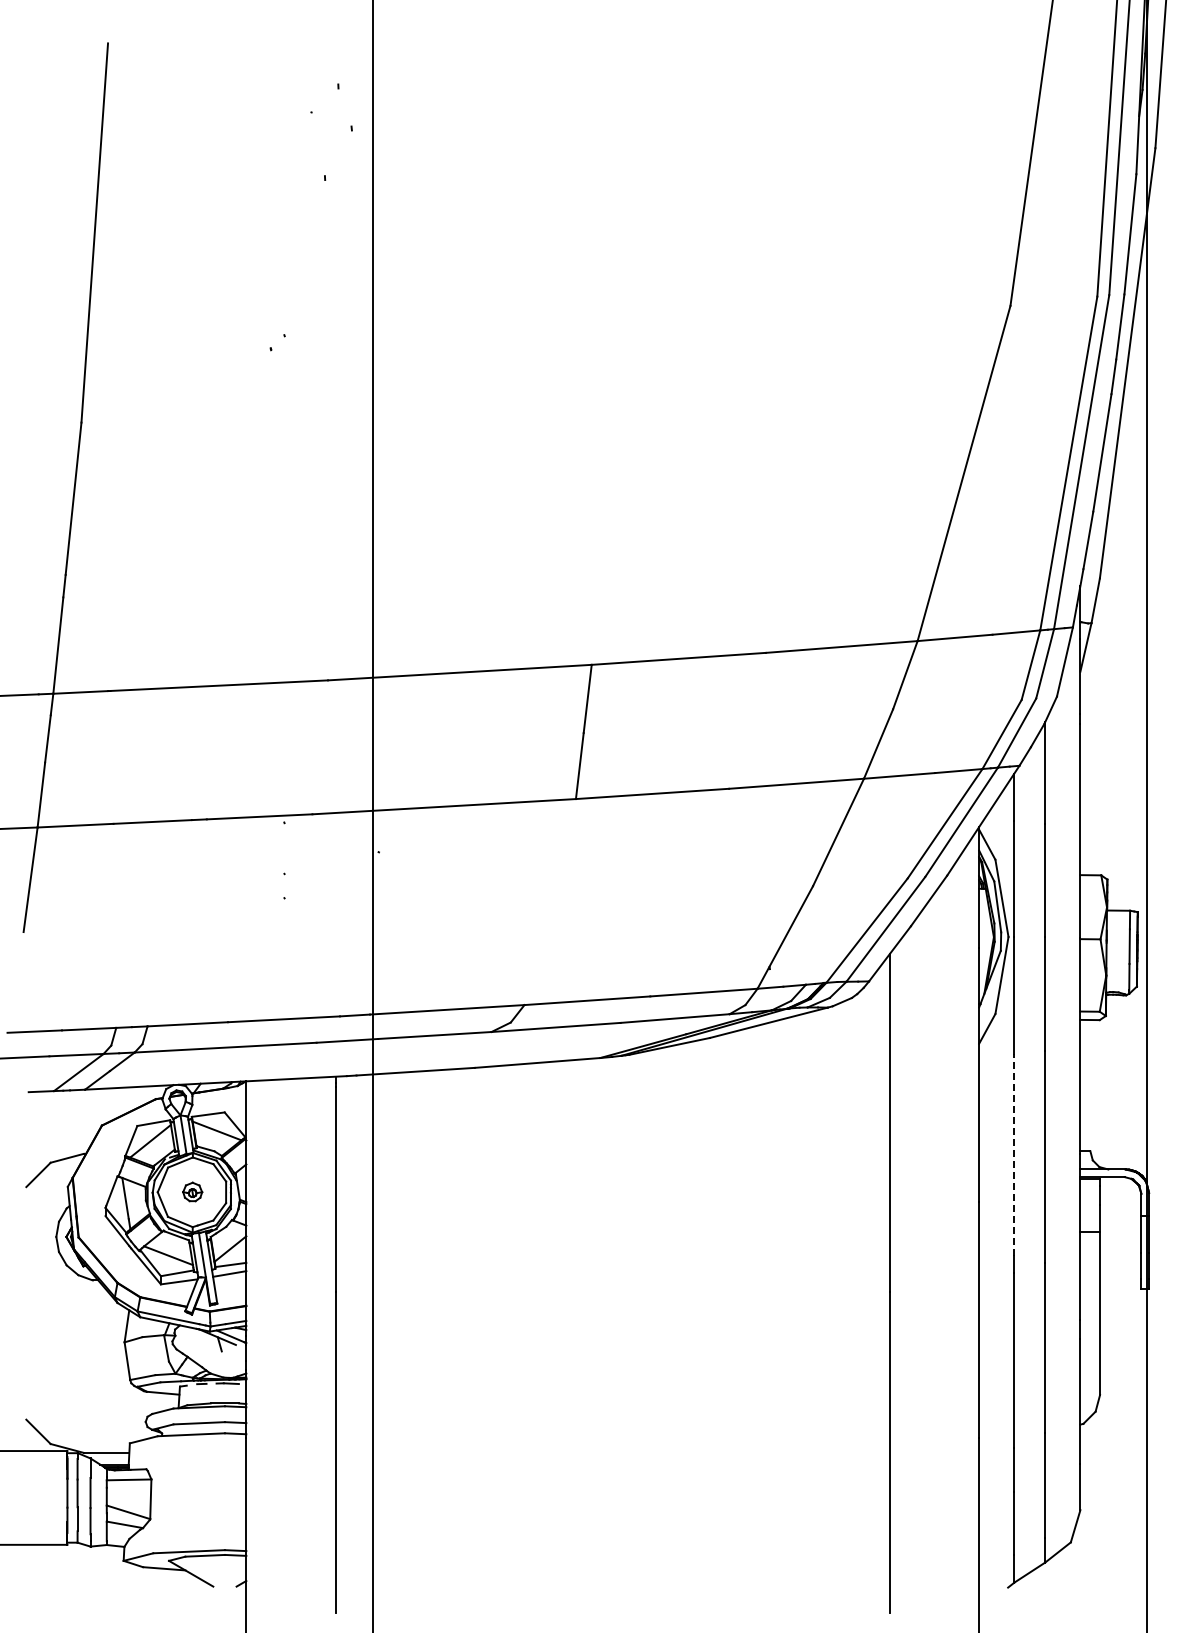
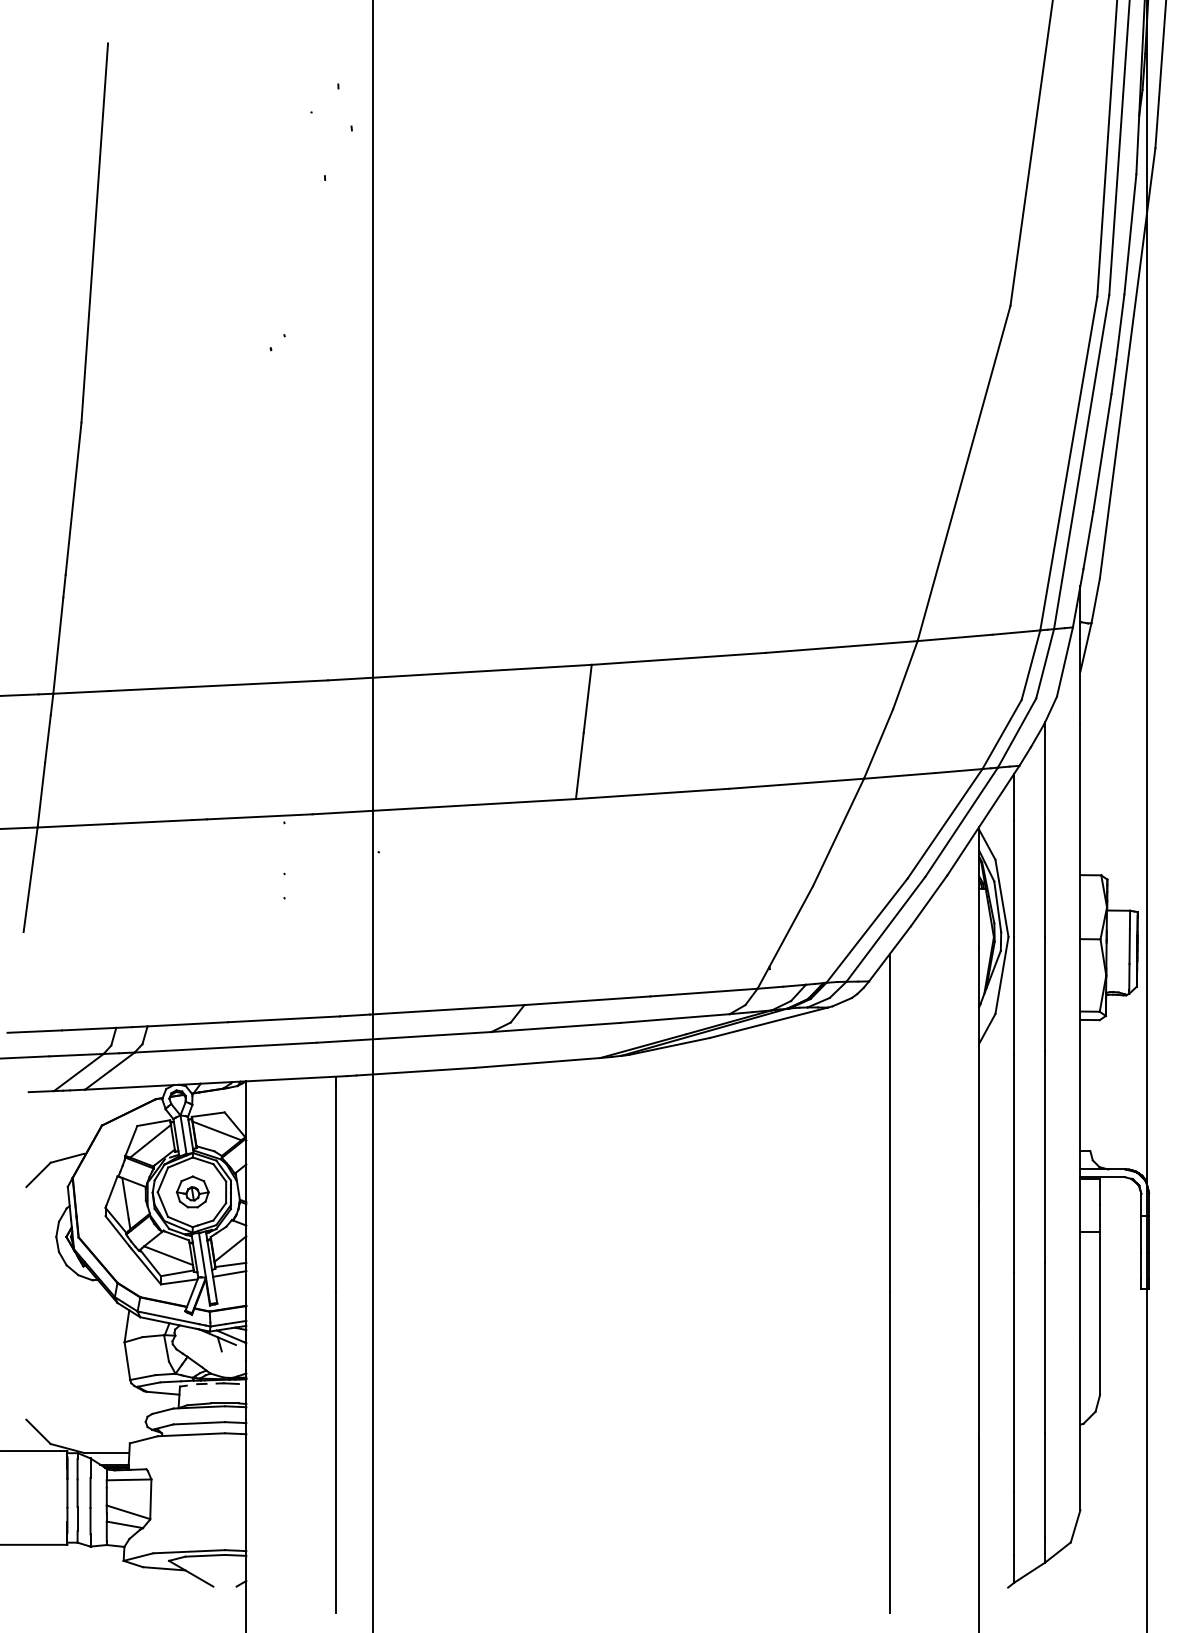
line at (1014, 1154): dashed -> solid
part at (192, 1191) size: 22x22 px -> 35x34 px
